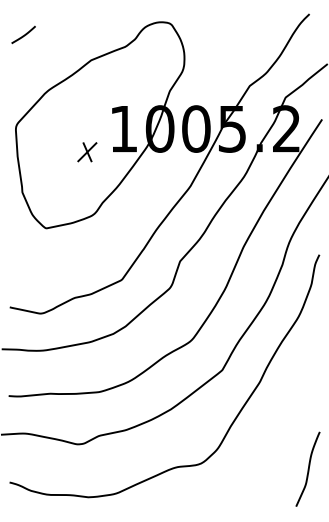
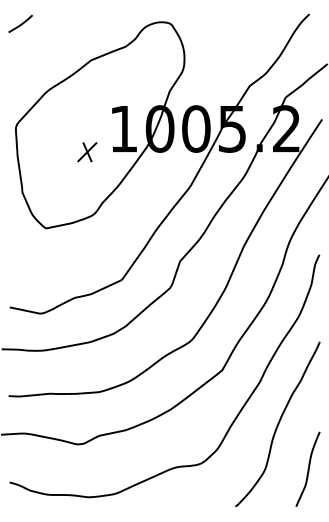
curve at (24, 34) position: (24, 34) -> (21, 23)
curve at (277, 423): none -> present
